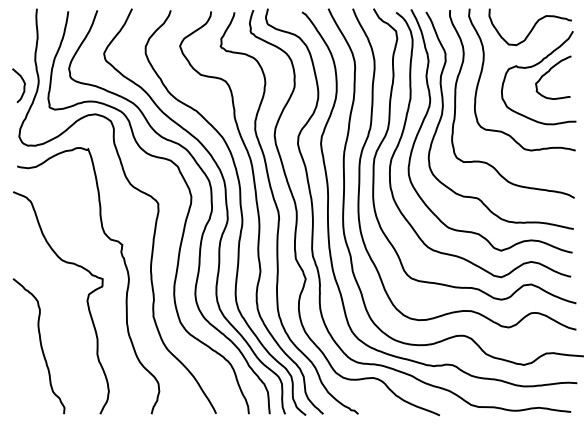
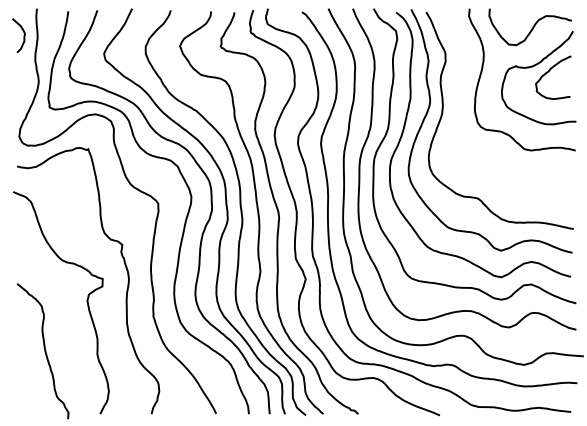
curve at (23, 85) position: (23, 85) -> (23, 35)
curve at (456, 105): present -> none
curve at (40, 346) position: (40, 346) -> (44, 351)
